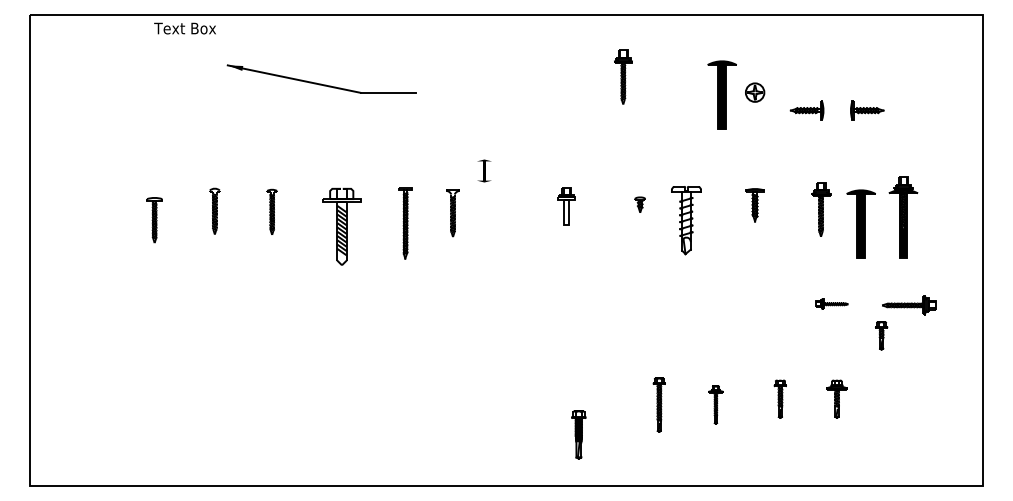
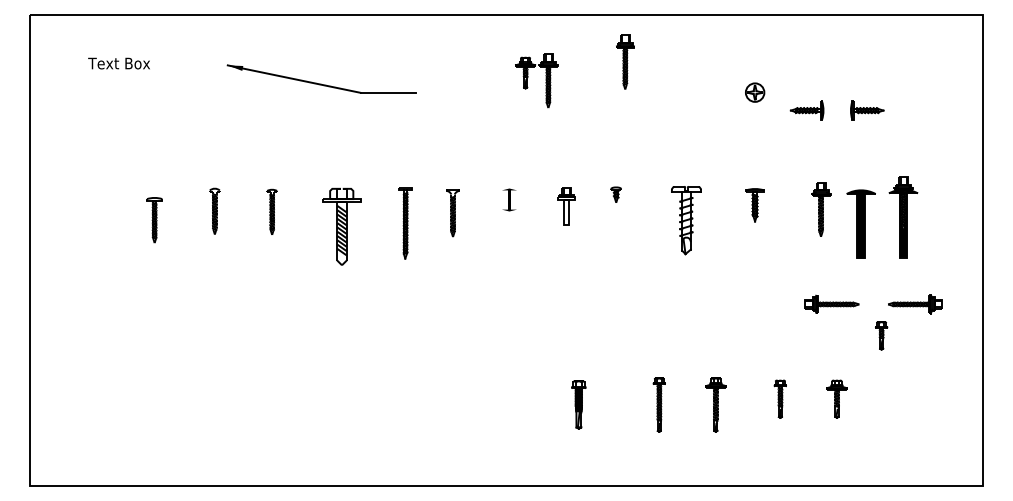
text at (184, 28) position: (184, 28) -> (118, 63)
part at (623, 76) position: (623, 76) -> (625, 61)
part at (528, 77): none -> present
part at (721, 94): present -> none
part at (484, 170) position: (484, 170) -> (509, 199)
part at (639, 204) position: (639, 204) -> (615, 194)
part at (831, 303) size: 34x12 px -> 56x20 px
part at (909, 305) position: (909, 305) -> (915, 304)
part at (715, 404) size: 16x40 px -> 22x56 px
part at (578, 434) position: (578, 434) -> (578, 404)
